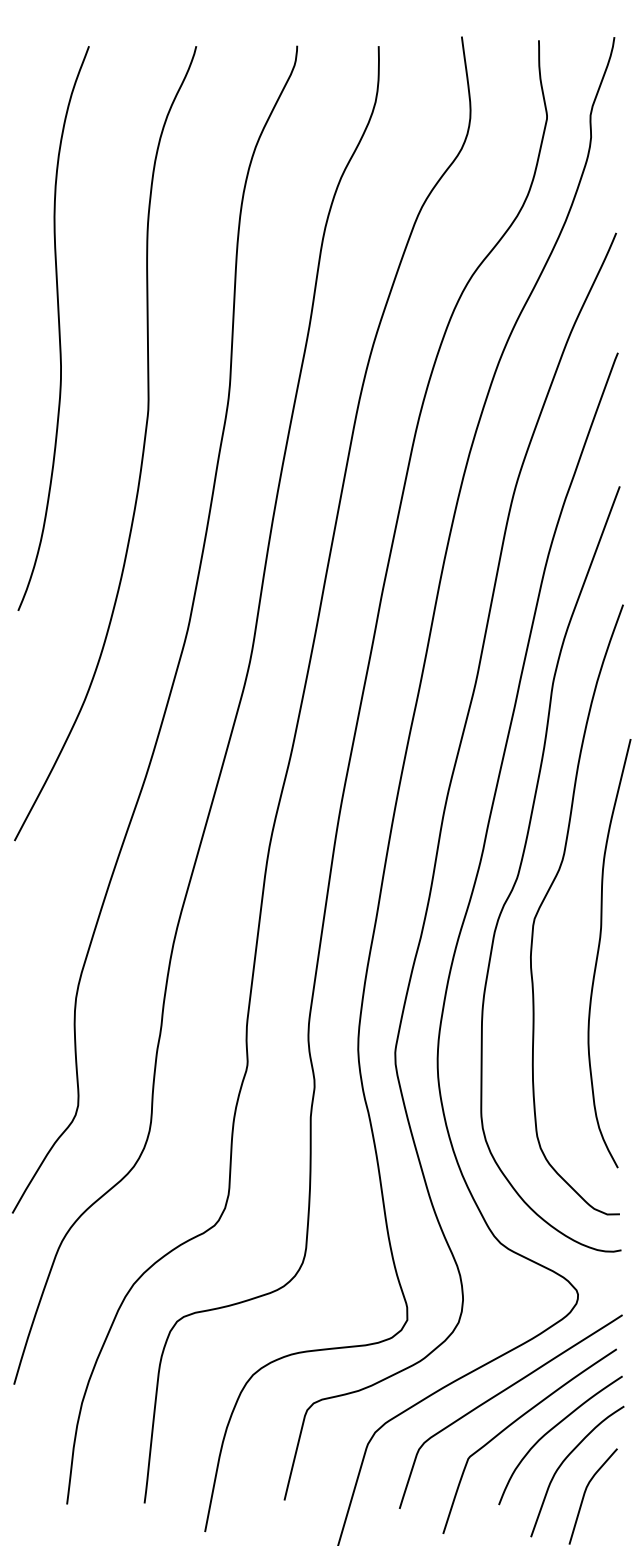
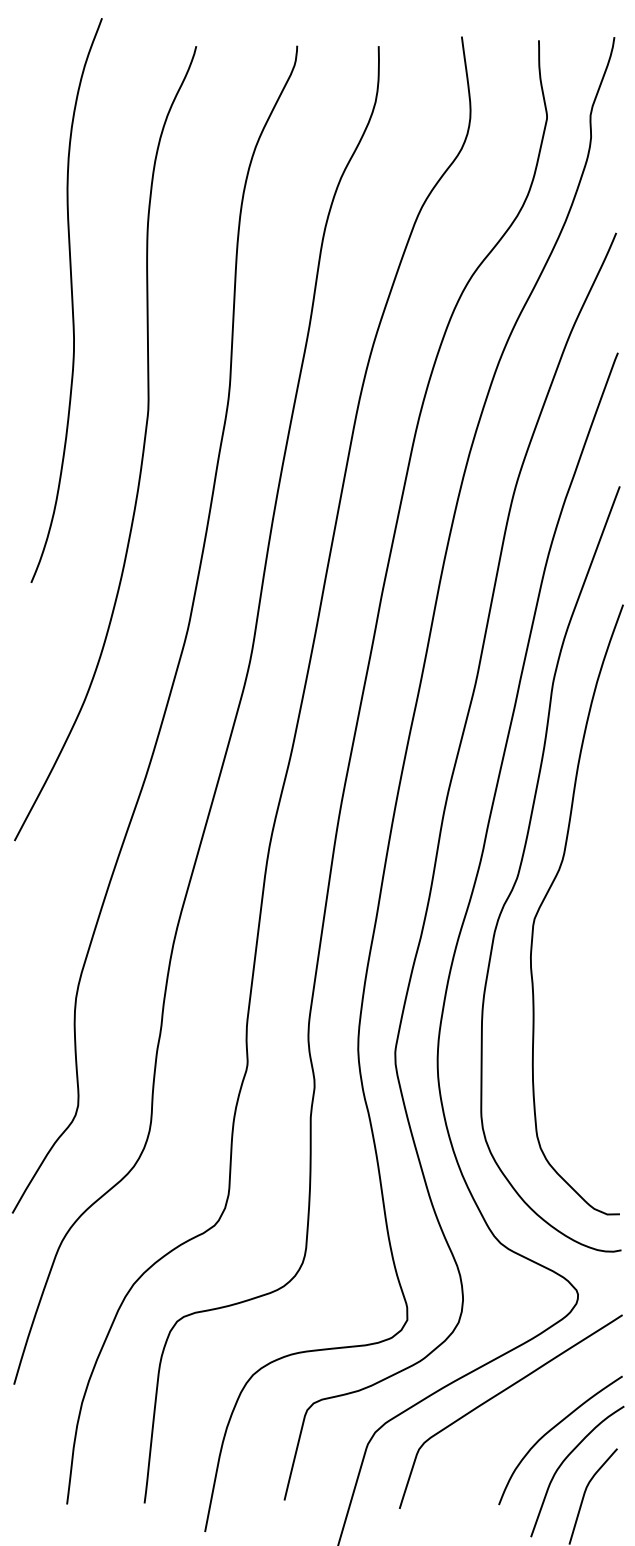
curve at (58, 328) position: (58, 328) -> (71, 300)
curve at (599, 950): present -> none
curve at (515, 1422): present -> none
